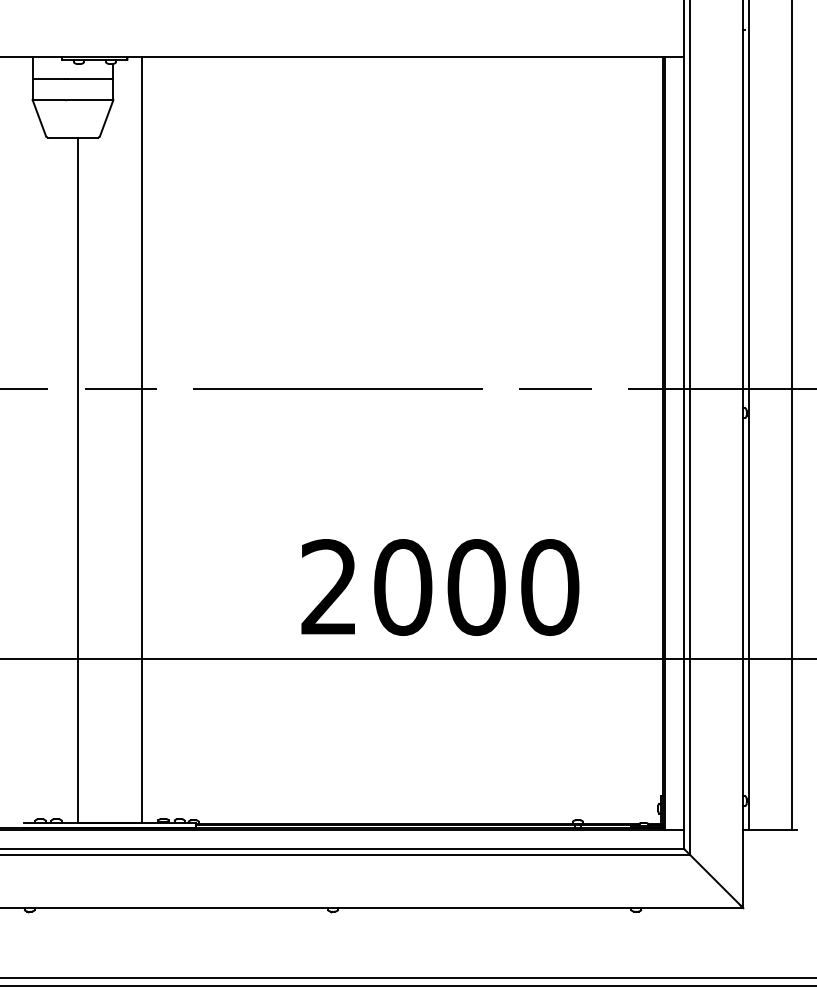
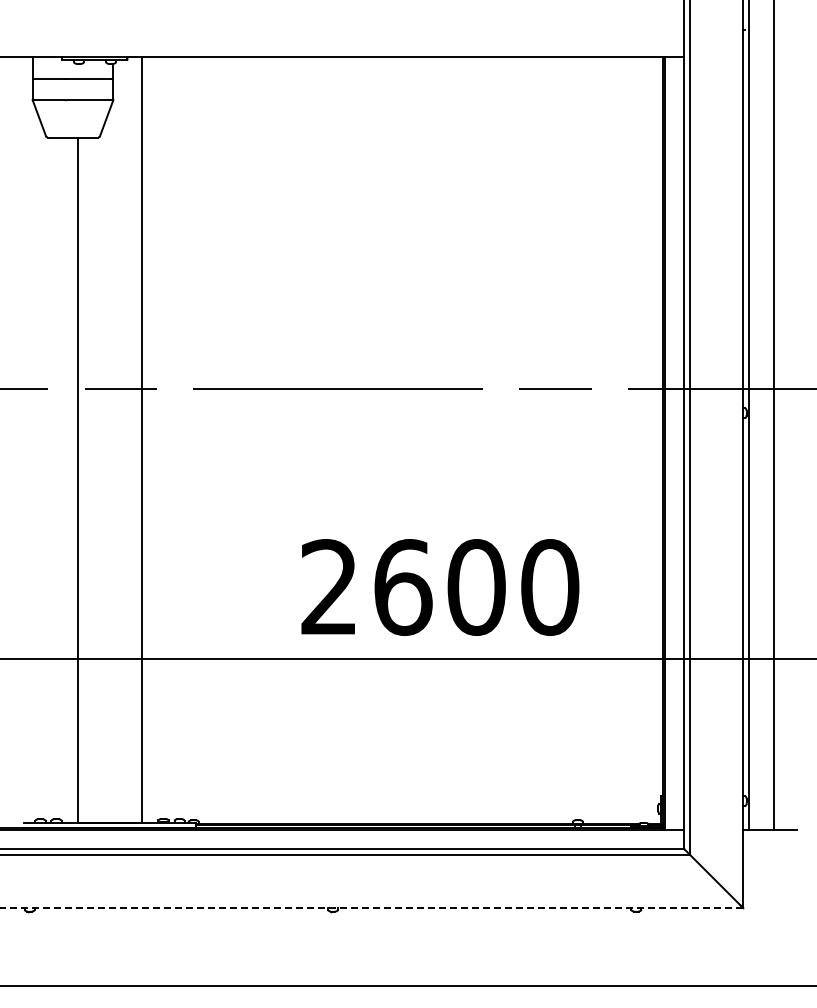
line at (791, 415) position: (791, 415) -> (773, 415)
text at (403, 587): 2000 -> 2600
line at (371, 908): solid -> dashed
line at (407, 977): present -> none
